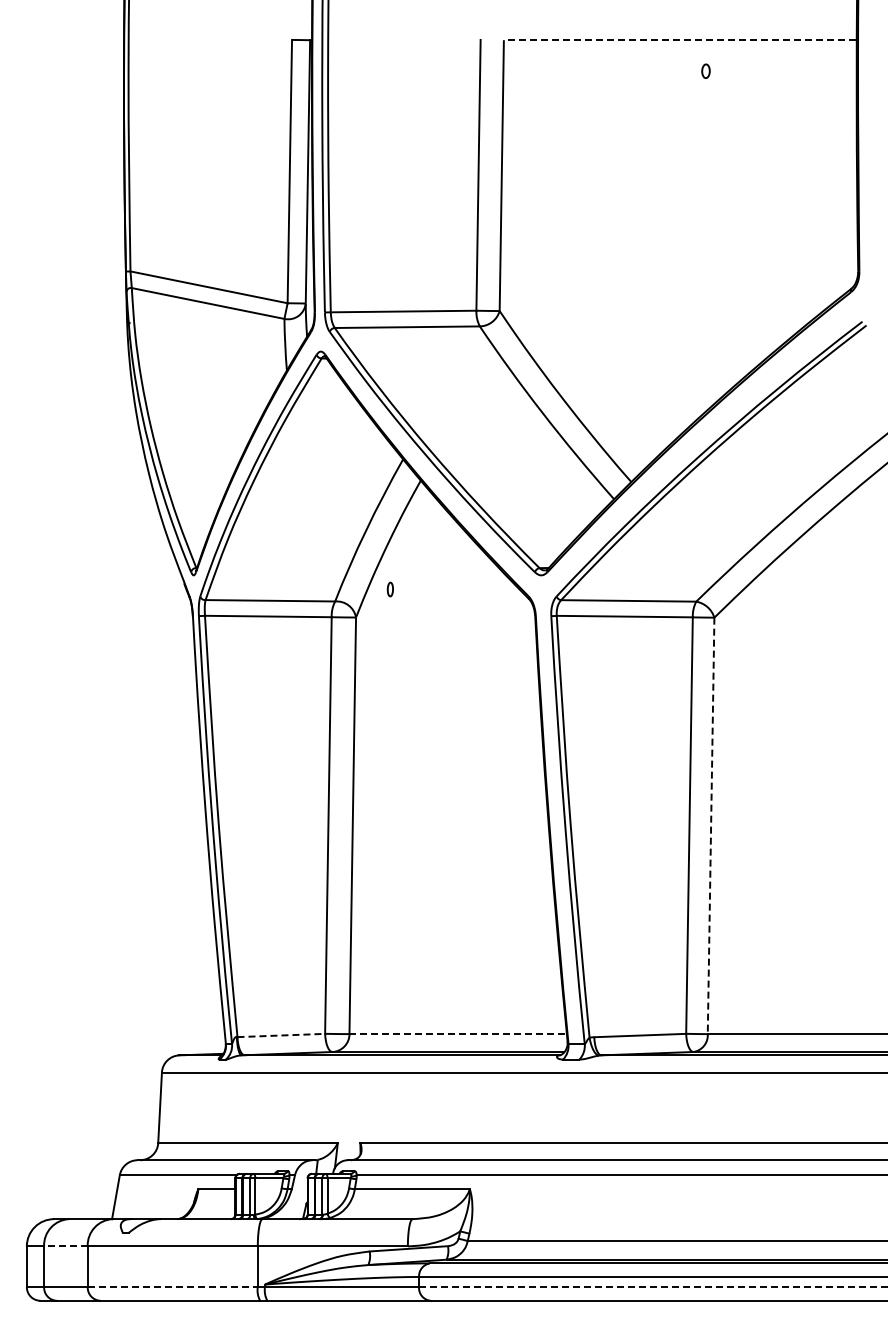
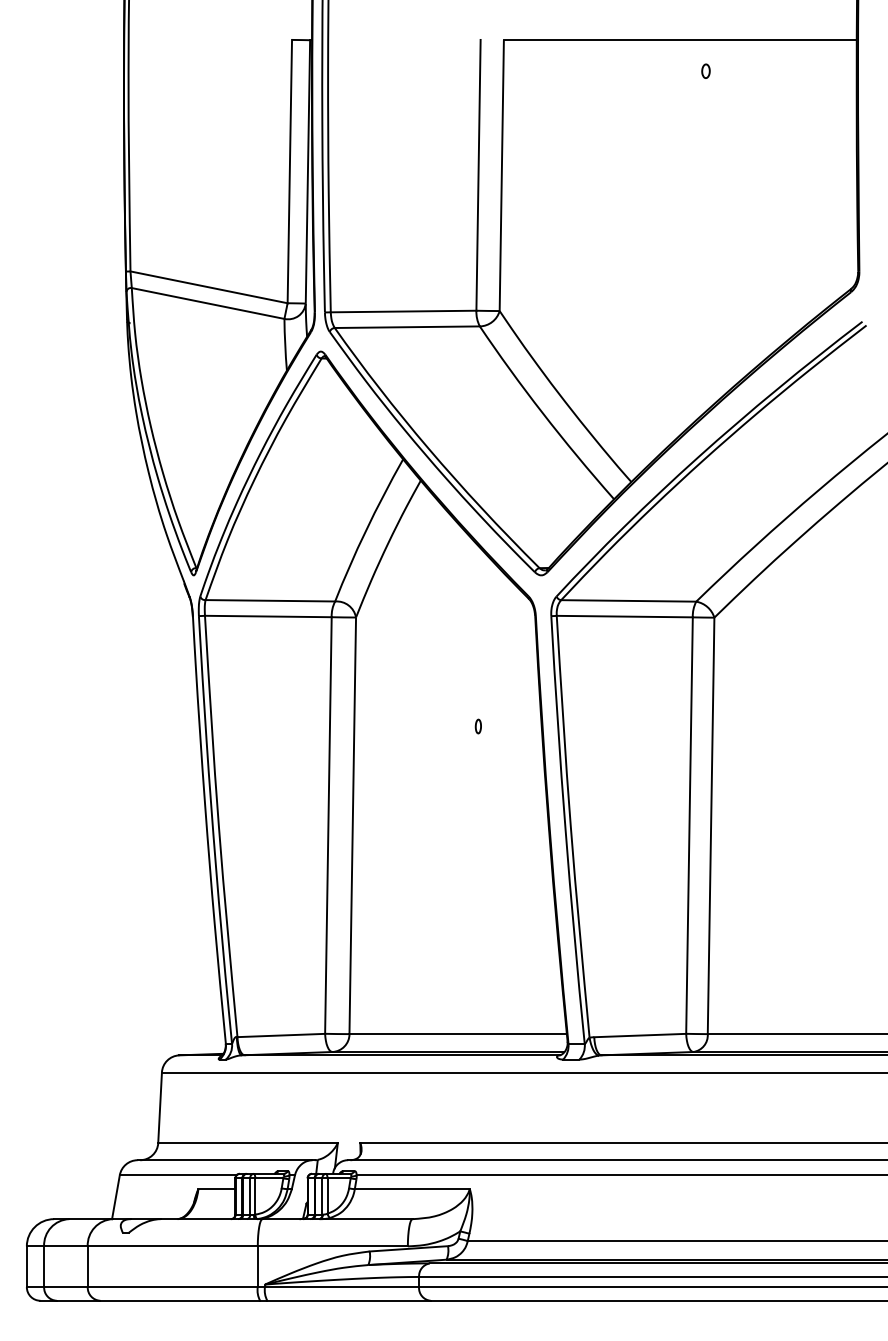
line at (679, 40): dashed -> solid
part at (389, 589) position: (389, 589) -> (477, 726)
line at (711, 824): dashed -> solid
line at (458, 1034): dashed -> solid
line at (281, 1035): dashed -> solid
line at (65, 1246): dashed -> solid
line at (173, 1287): dashed -> solid
line at (654, 1287): dashed -> solid
